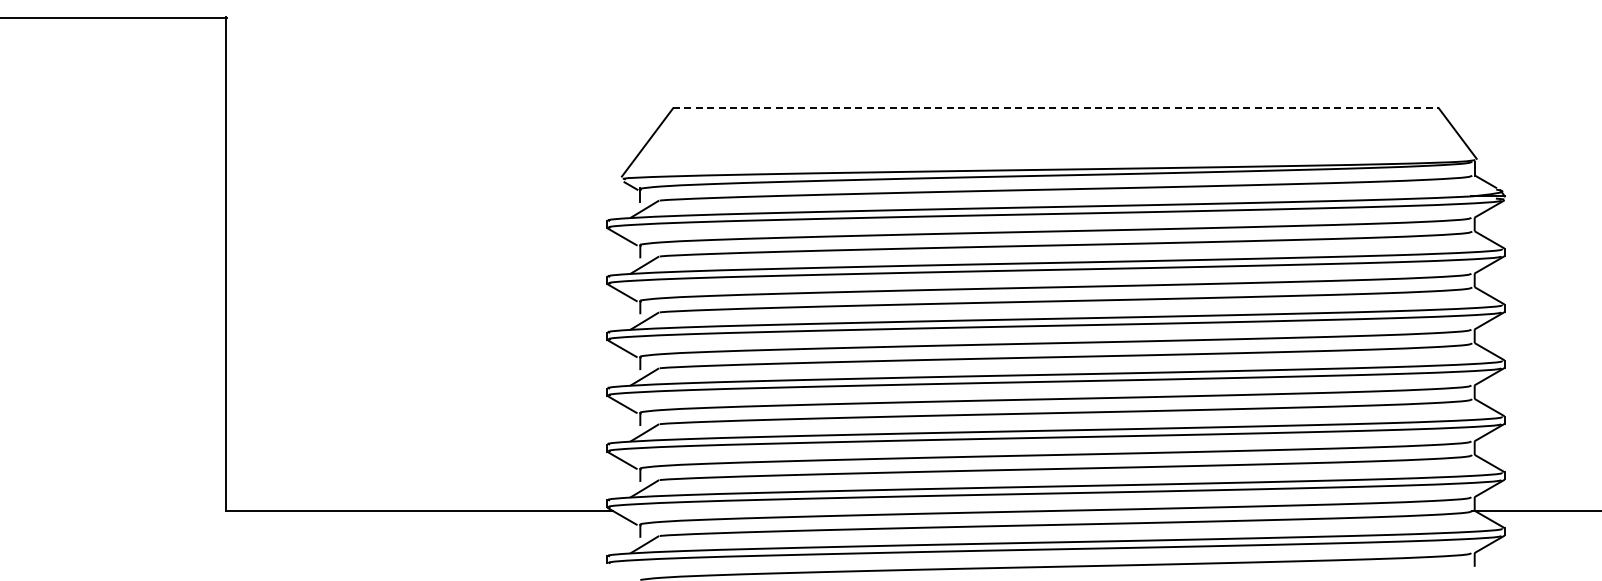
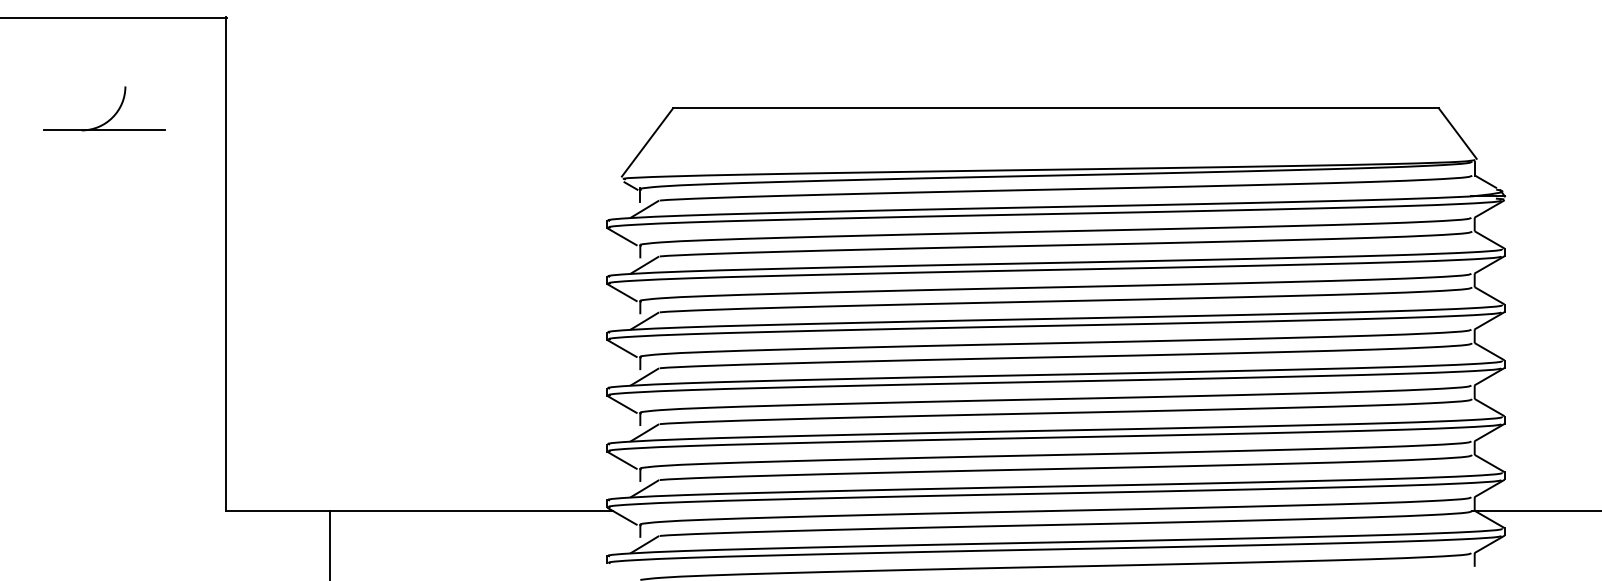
line at (1055, 108): dashed -> solid
part at (114, 113): none -> present
line at (329, 544): none -> present
